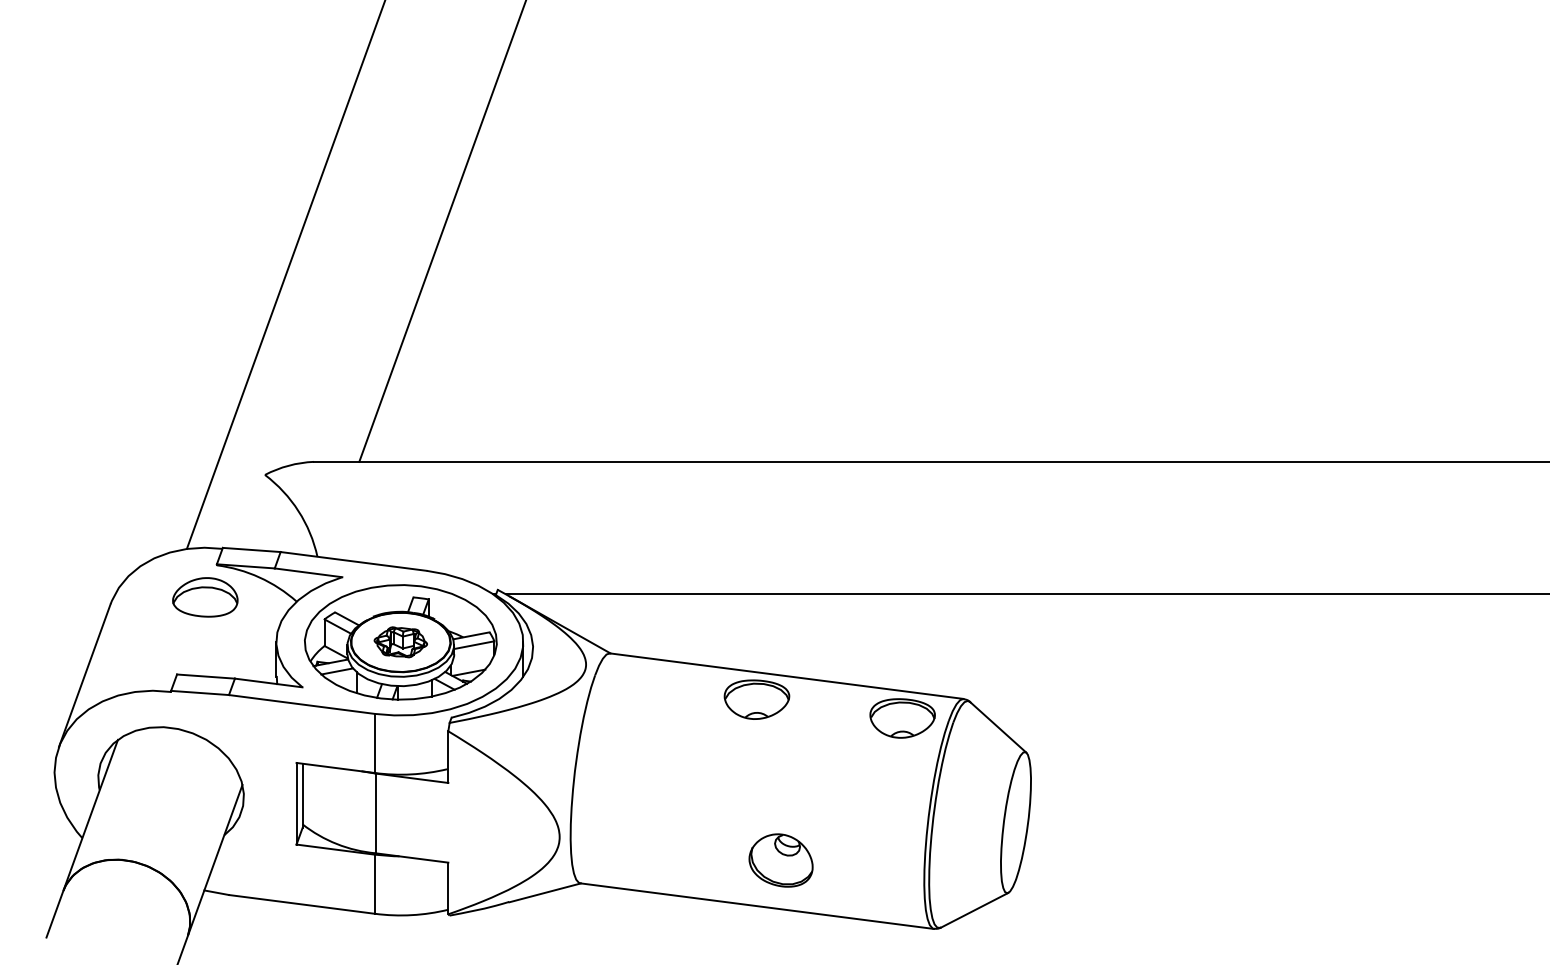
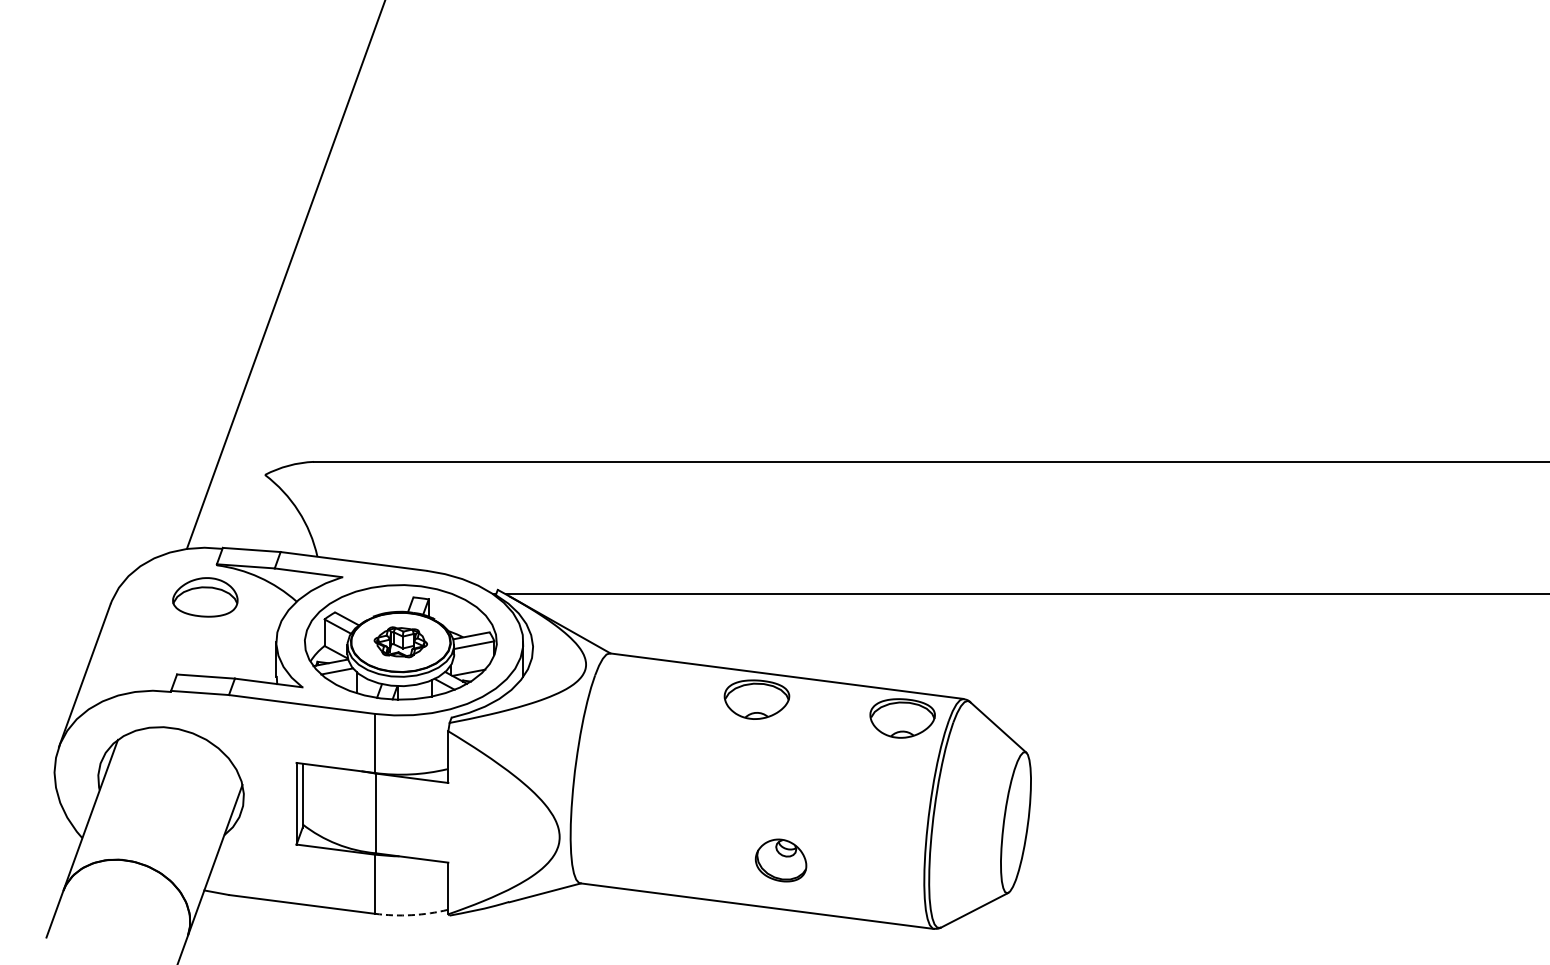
line at (442, 231): present -> none
part at (780, 860) size: 66x55 px -> 54x45 px
arc at (411, 915): solid -> dashed
